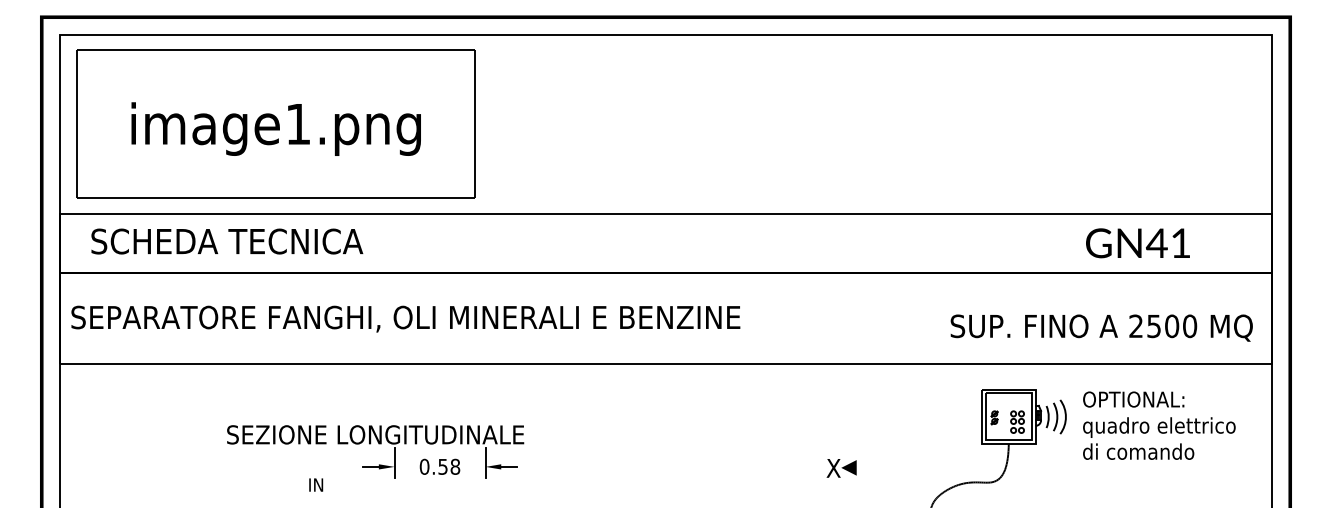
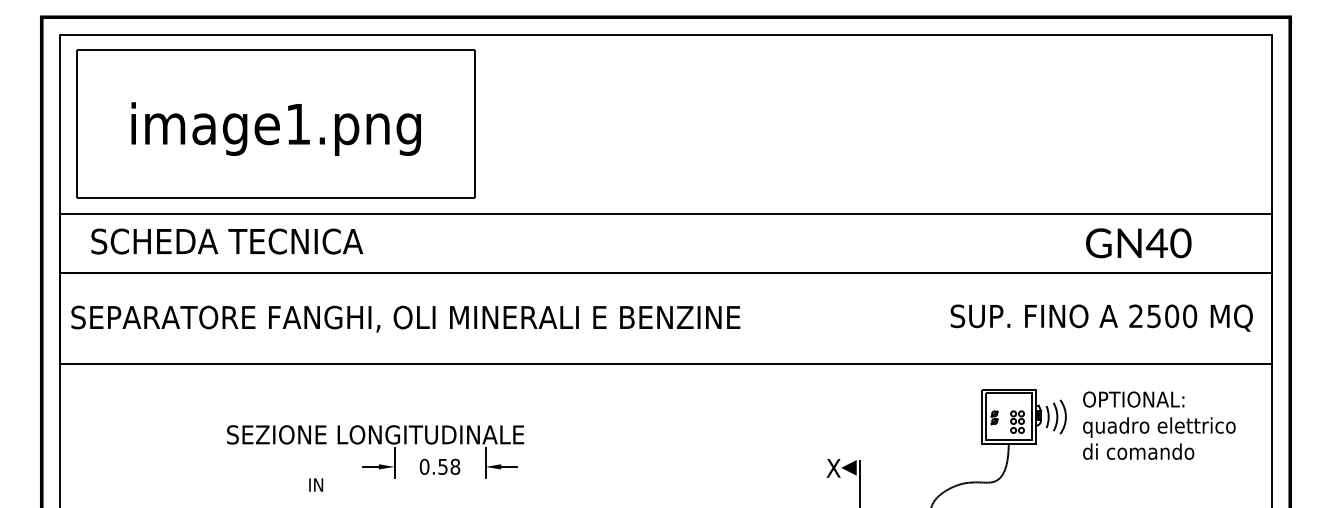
text at (1180, 243): GN41 -> GN40
text at (1101, 327) position: (1101, 327) -> (1101, 317)
line at (859, 482): none -> present
